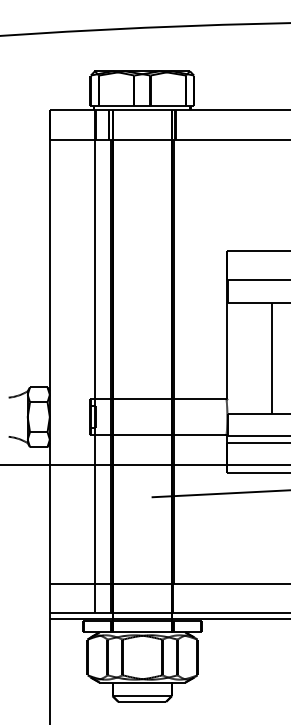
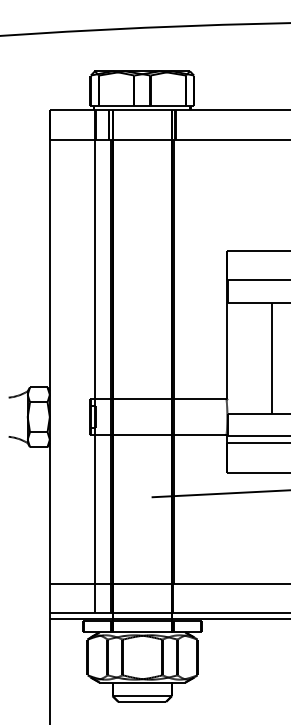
line at (144, 465): present -> none
